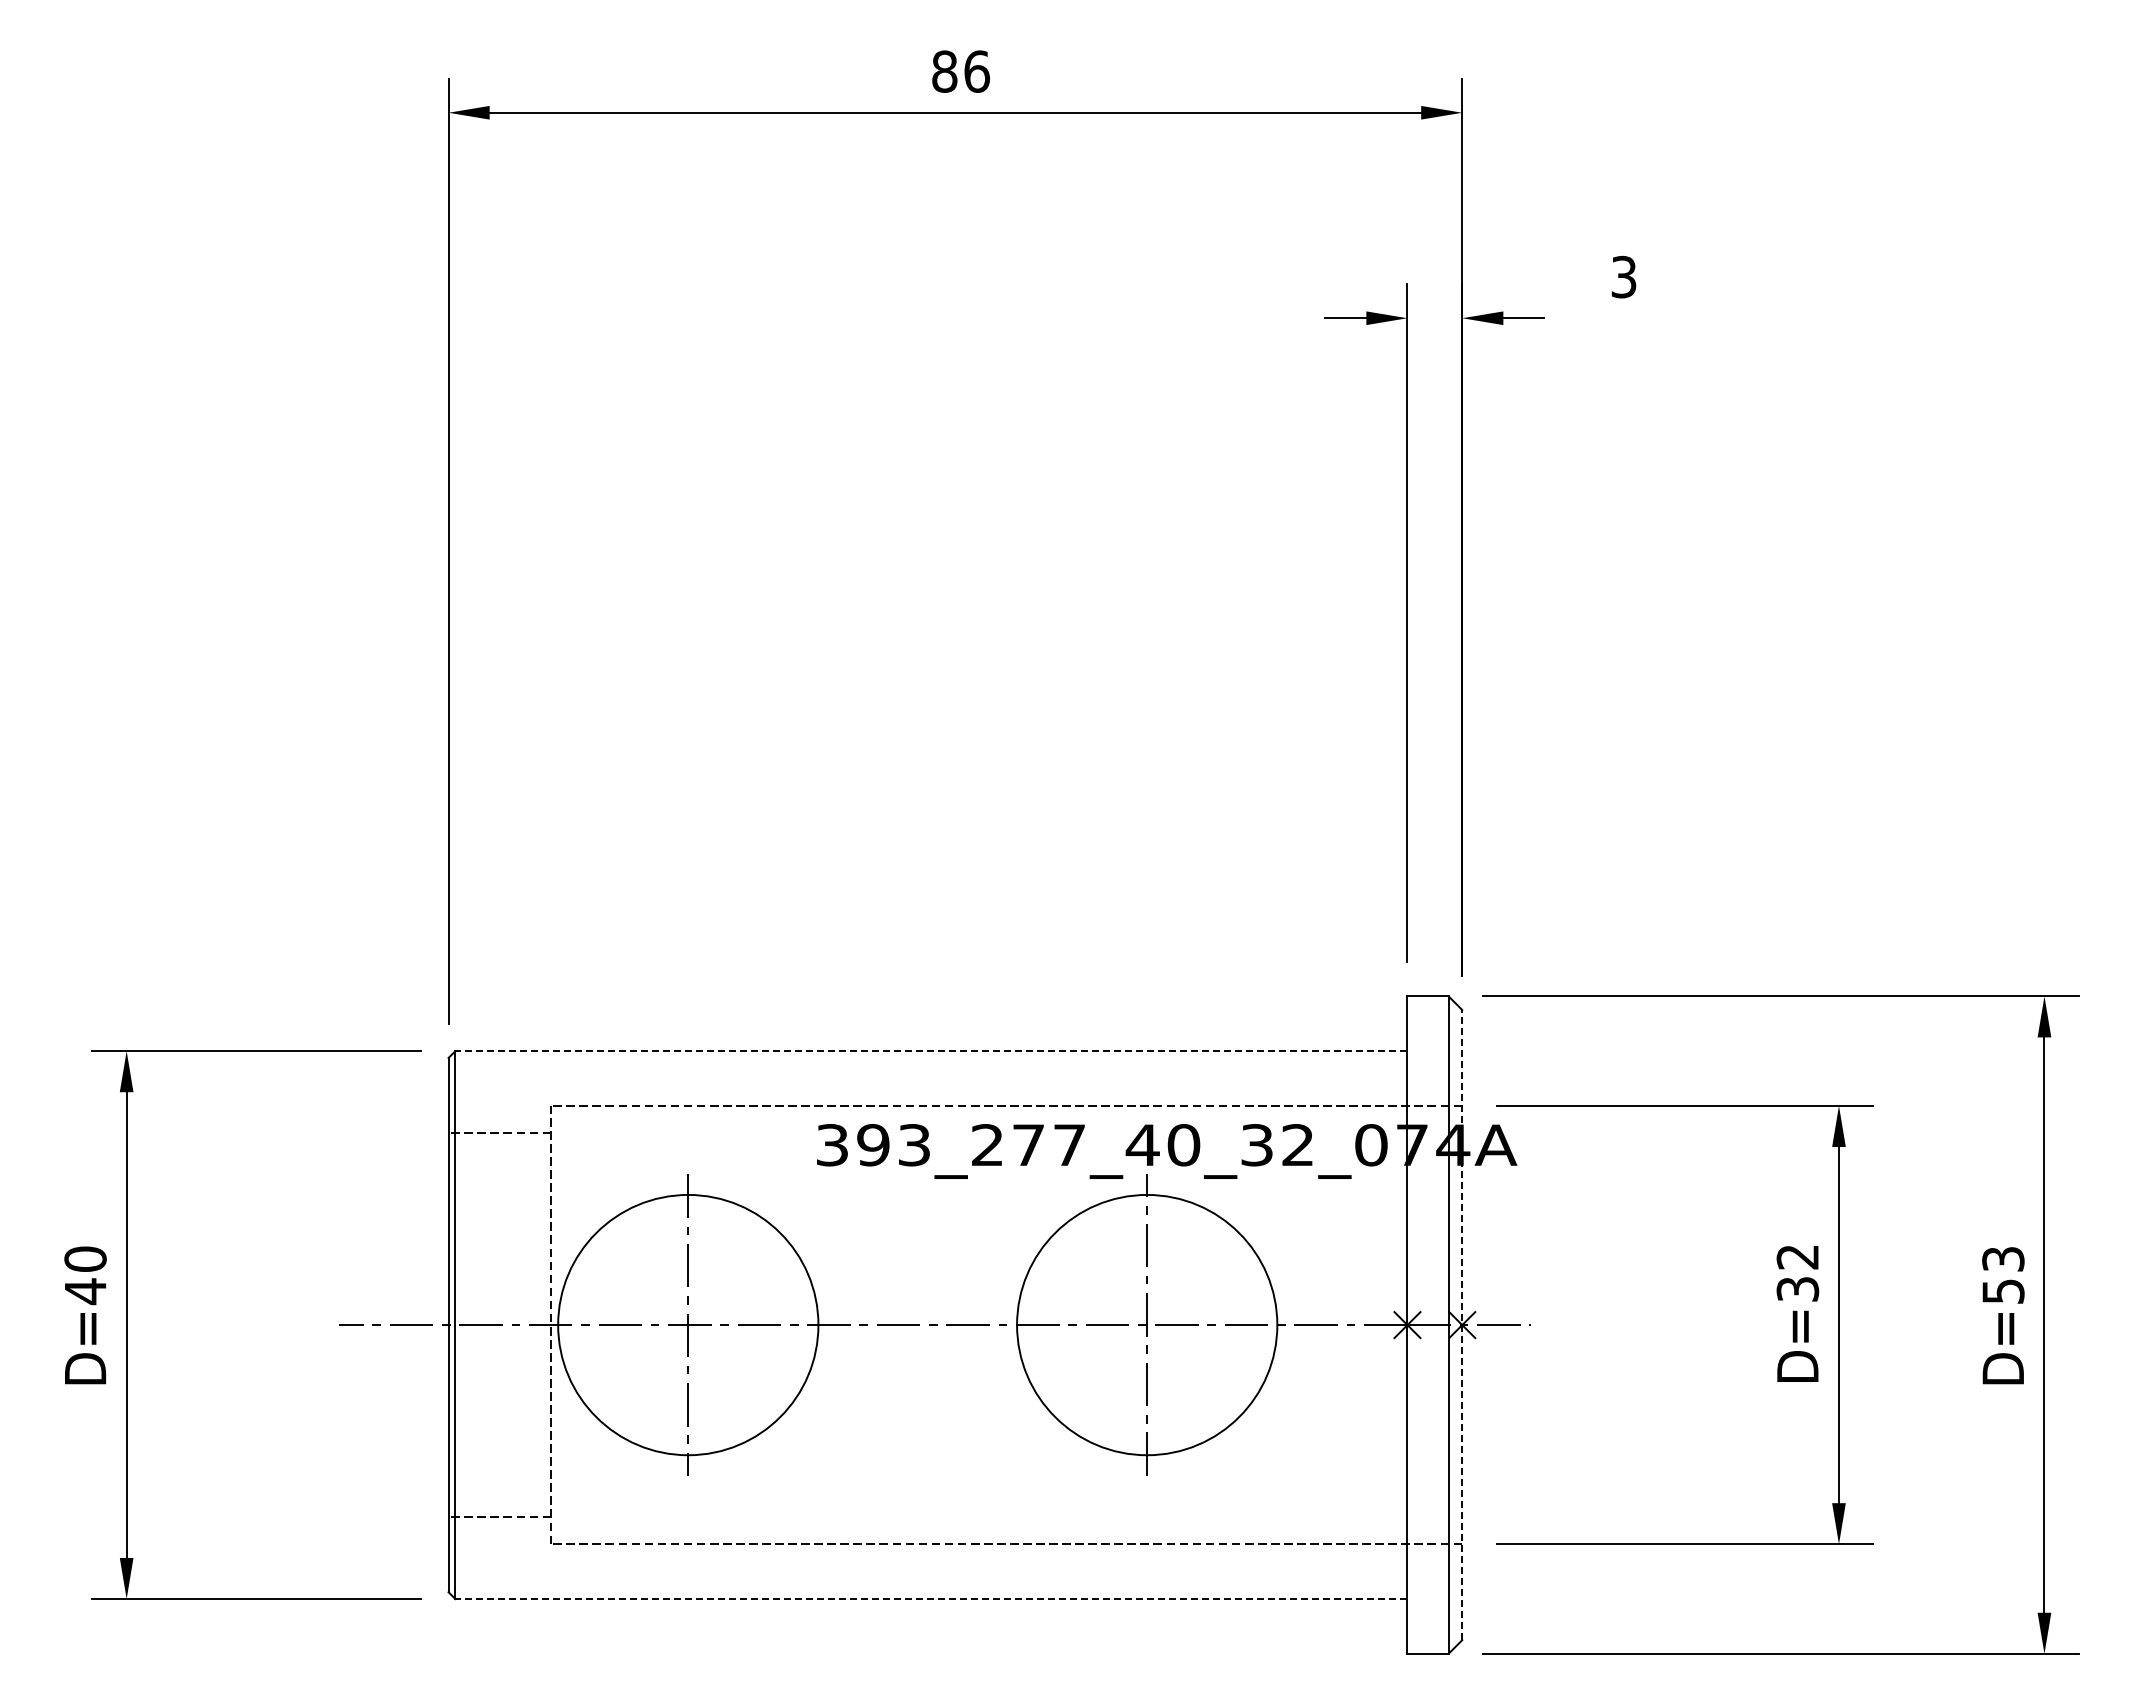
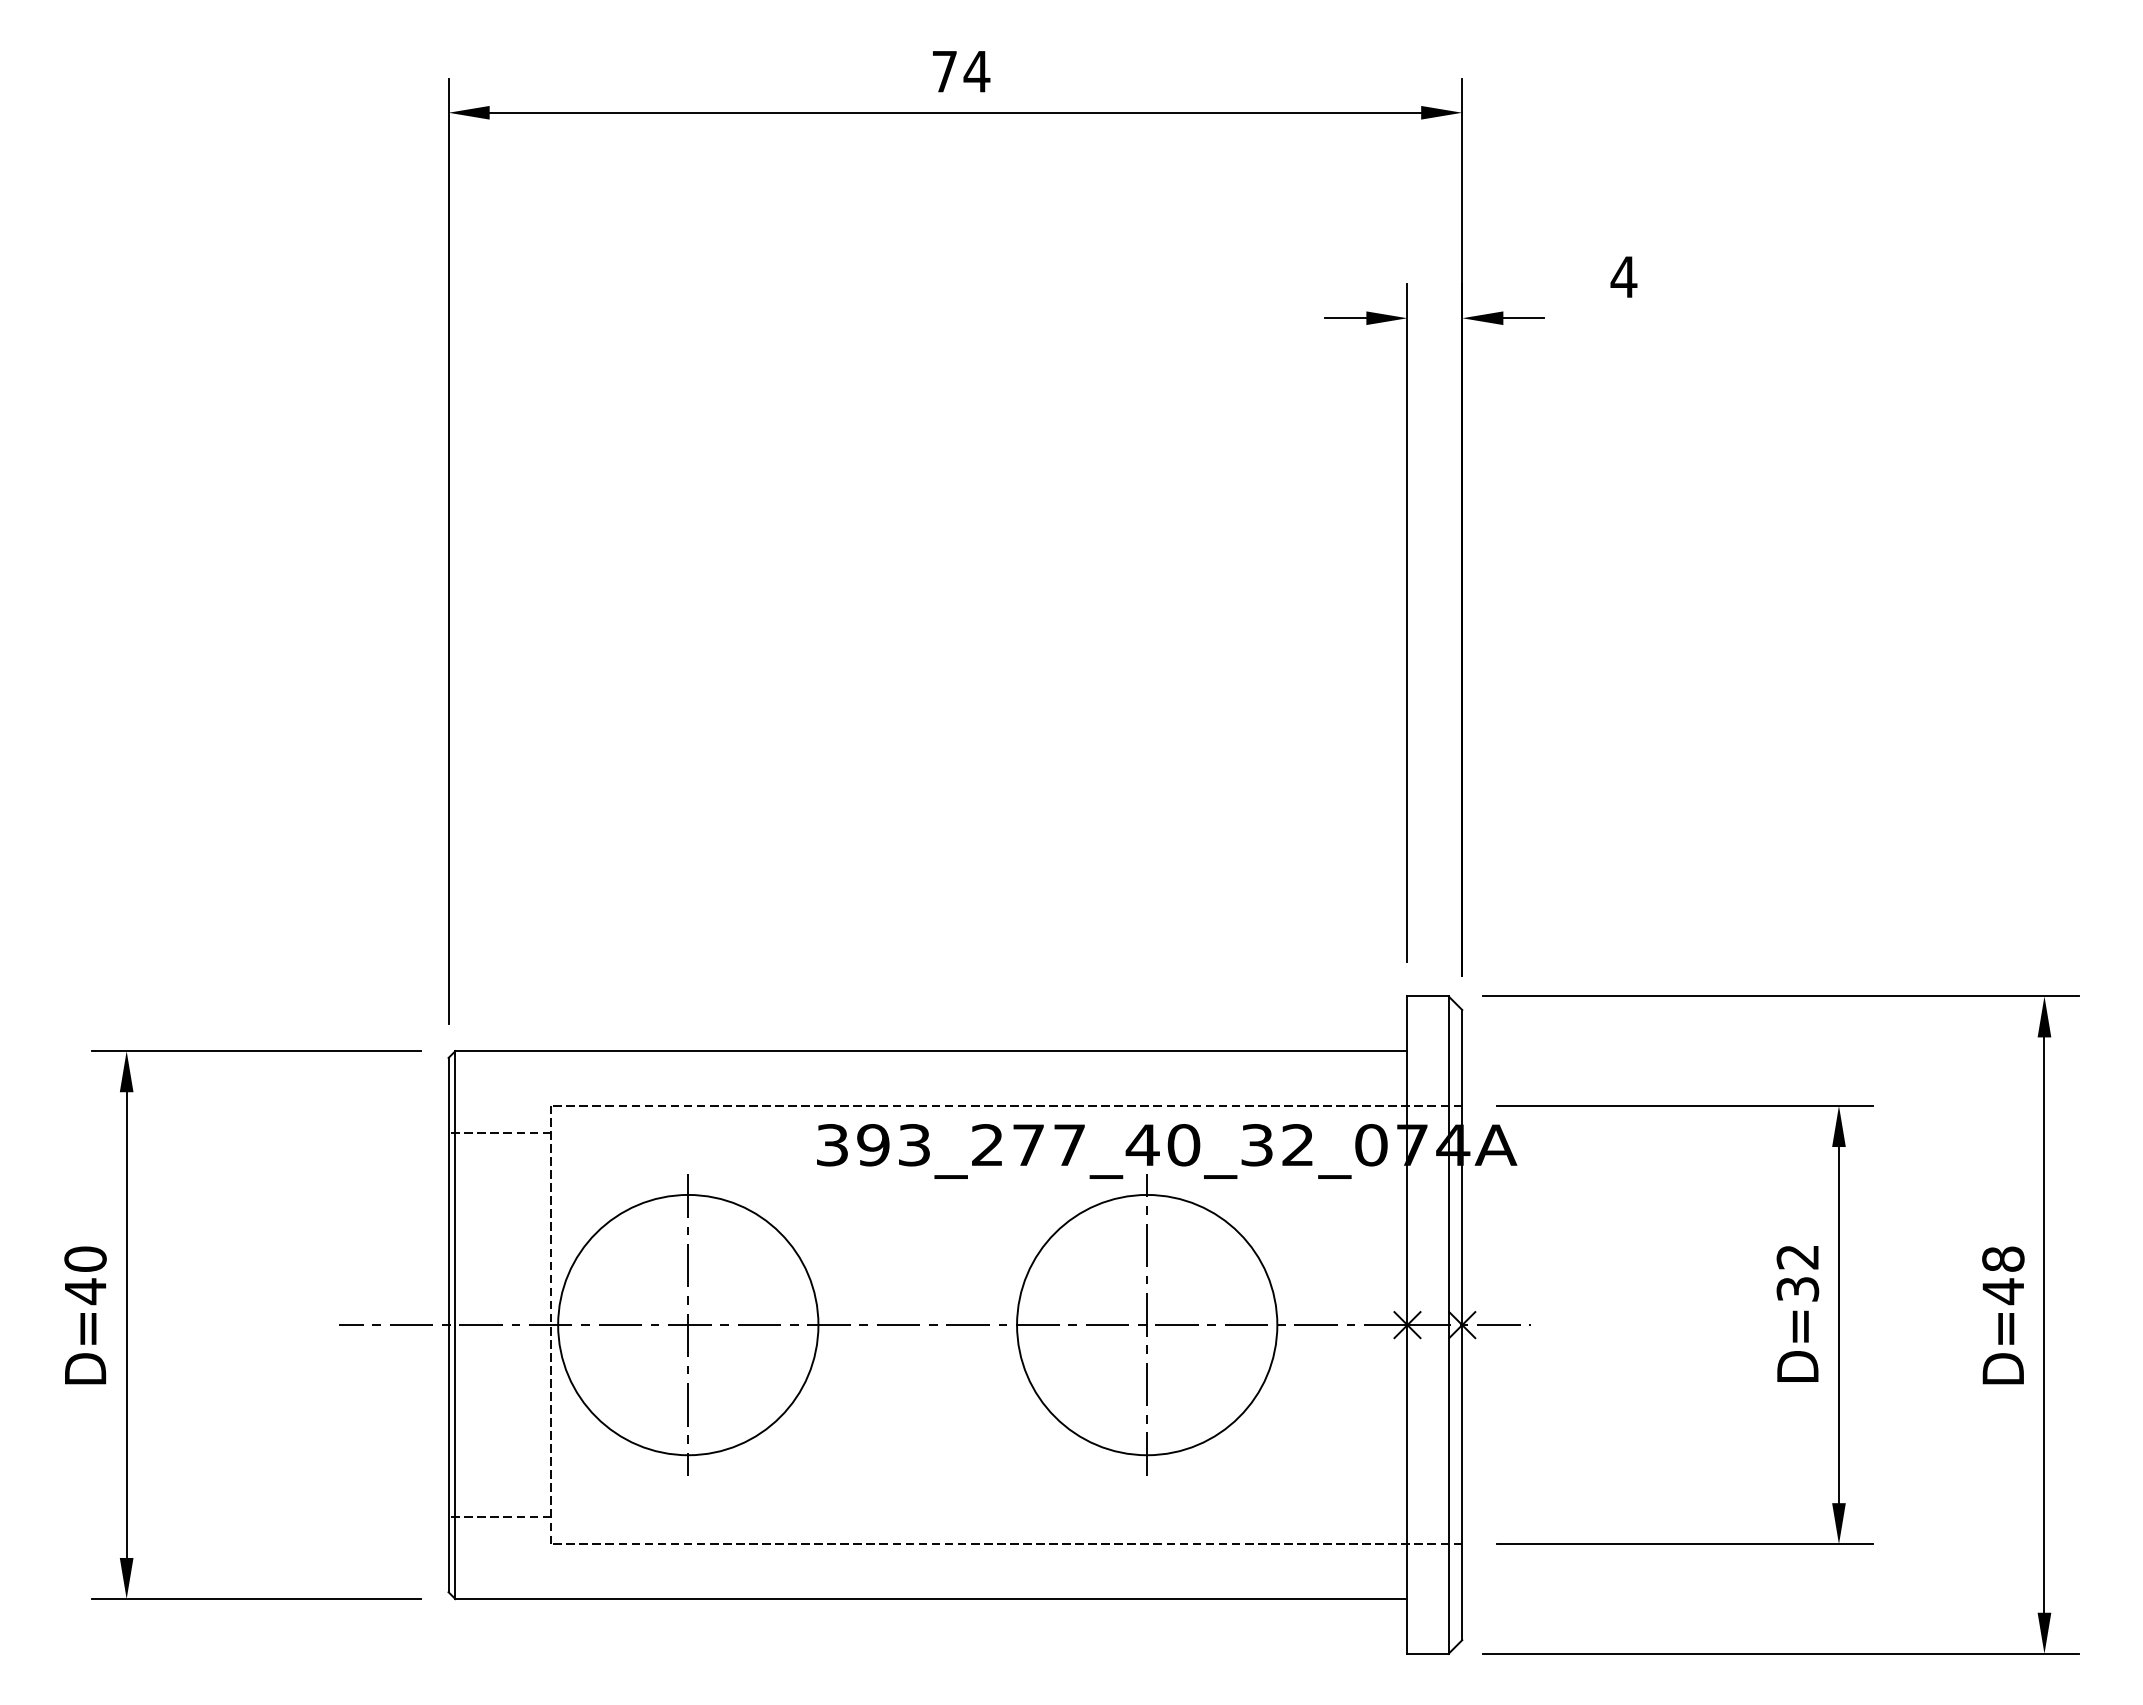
text at (961, 71): 86 -> 74
text at (1623, 276): 3 -> 4
line at (930, 1051): dashed -> solid
text at (2003, 1275): D=53 -> D=48
line at (1462, 1324): dashed -> solid
line at (930, 1599): dashed -> solid
